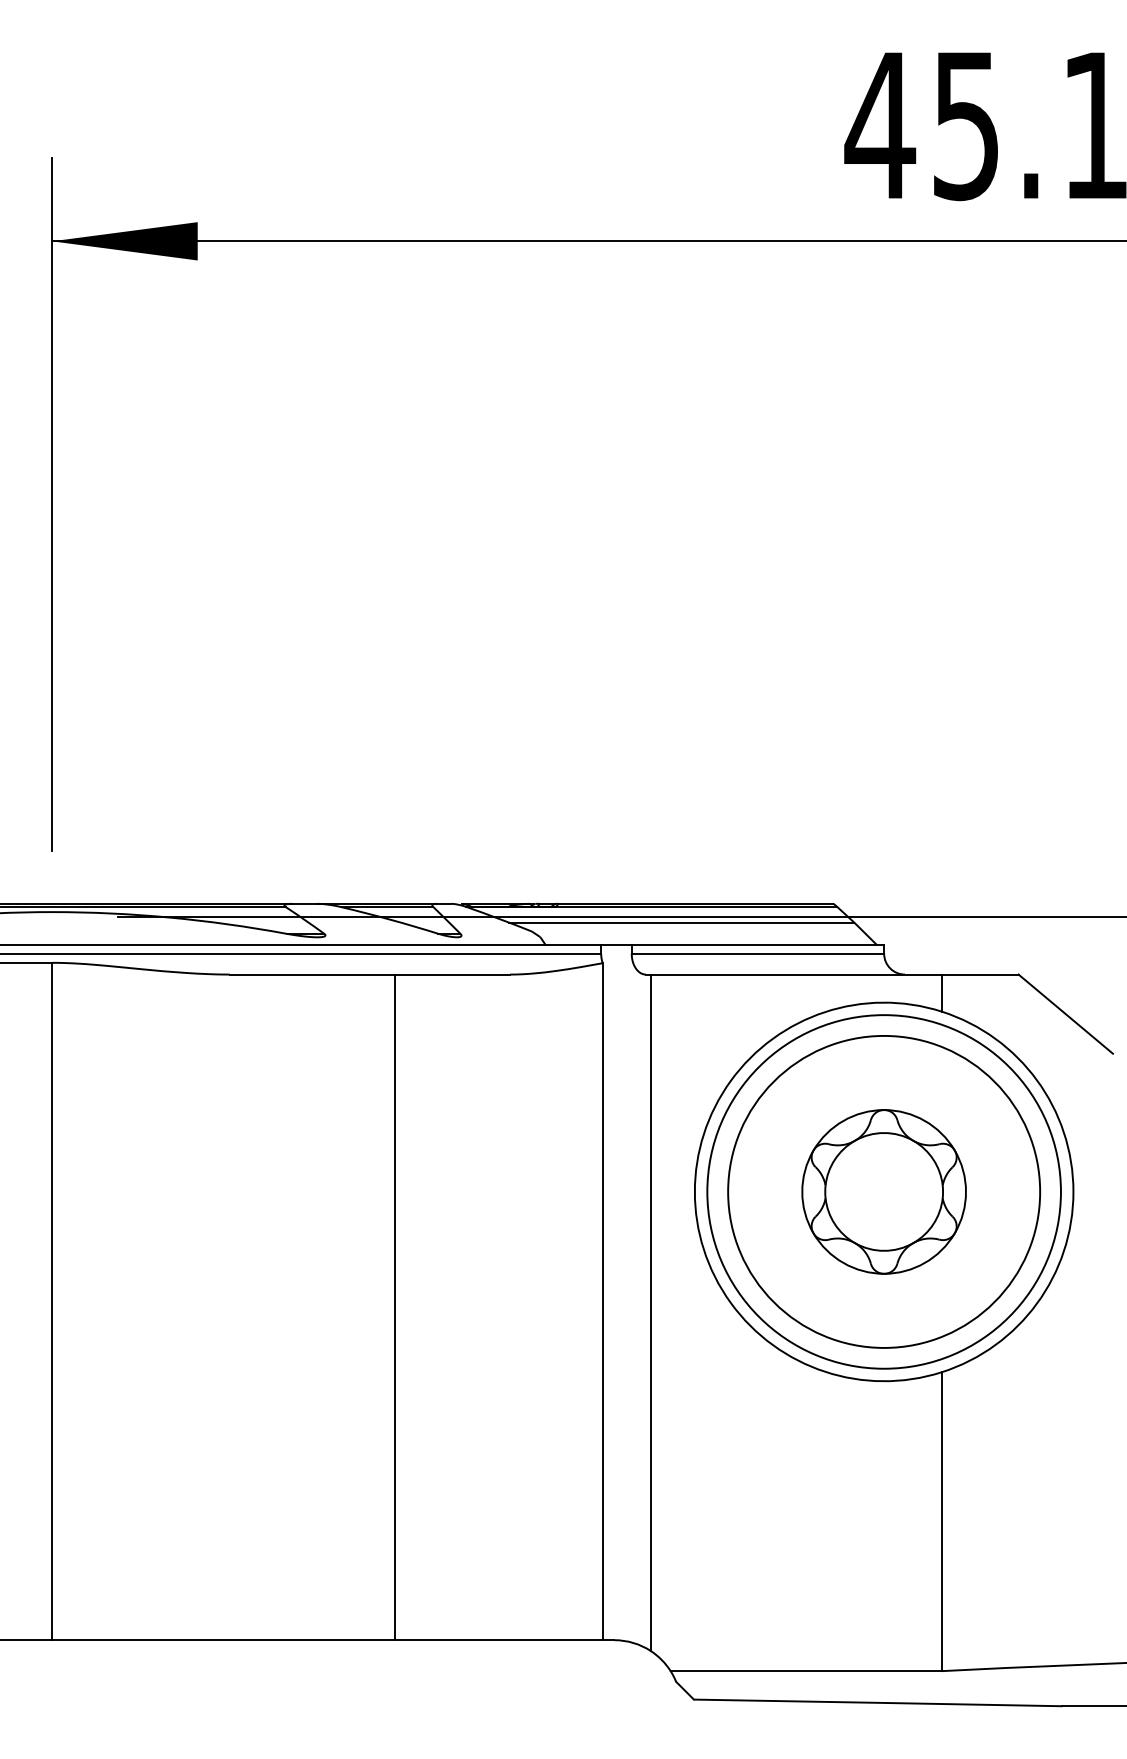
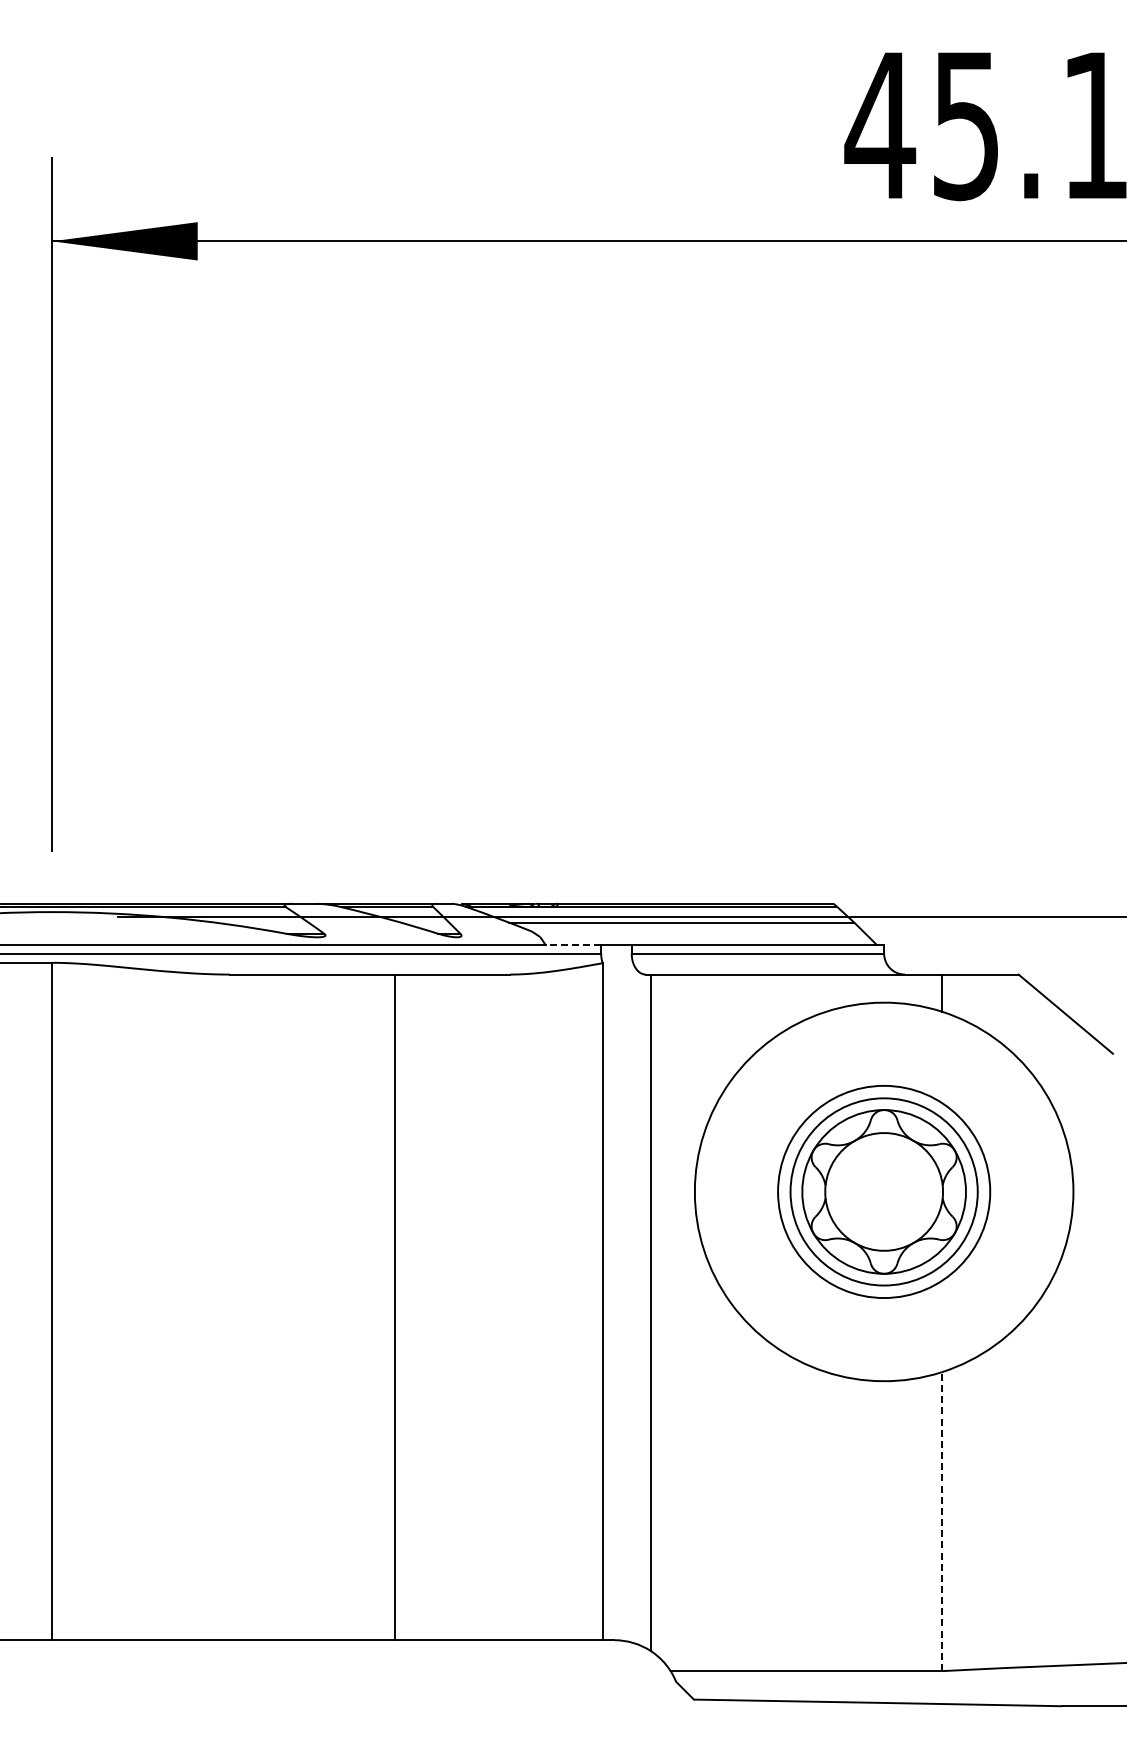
line at (573, 945): solid -> dashed
circle at (883, 1191) diameter: 354 px -> 212 px
circle at (884, 1191) diameter: 312 px -> 187 px
line at (941, 1521): solid -> dashed
